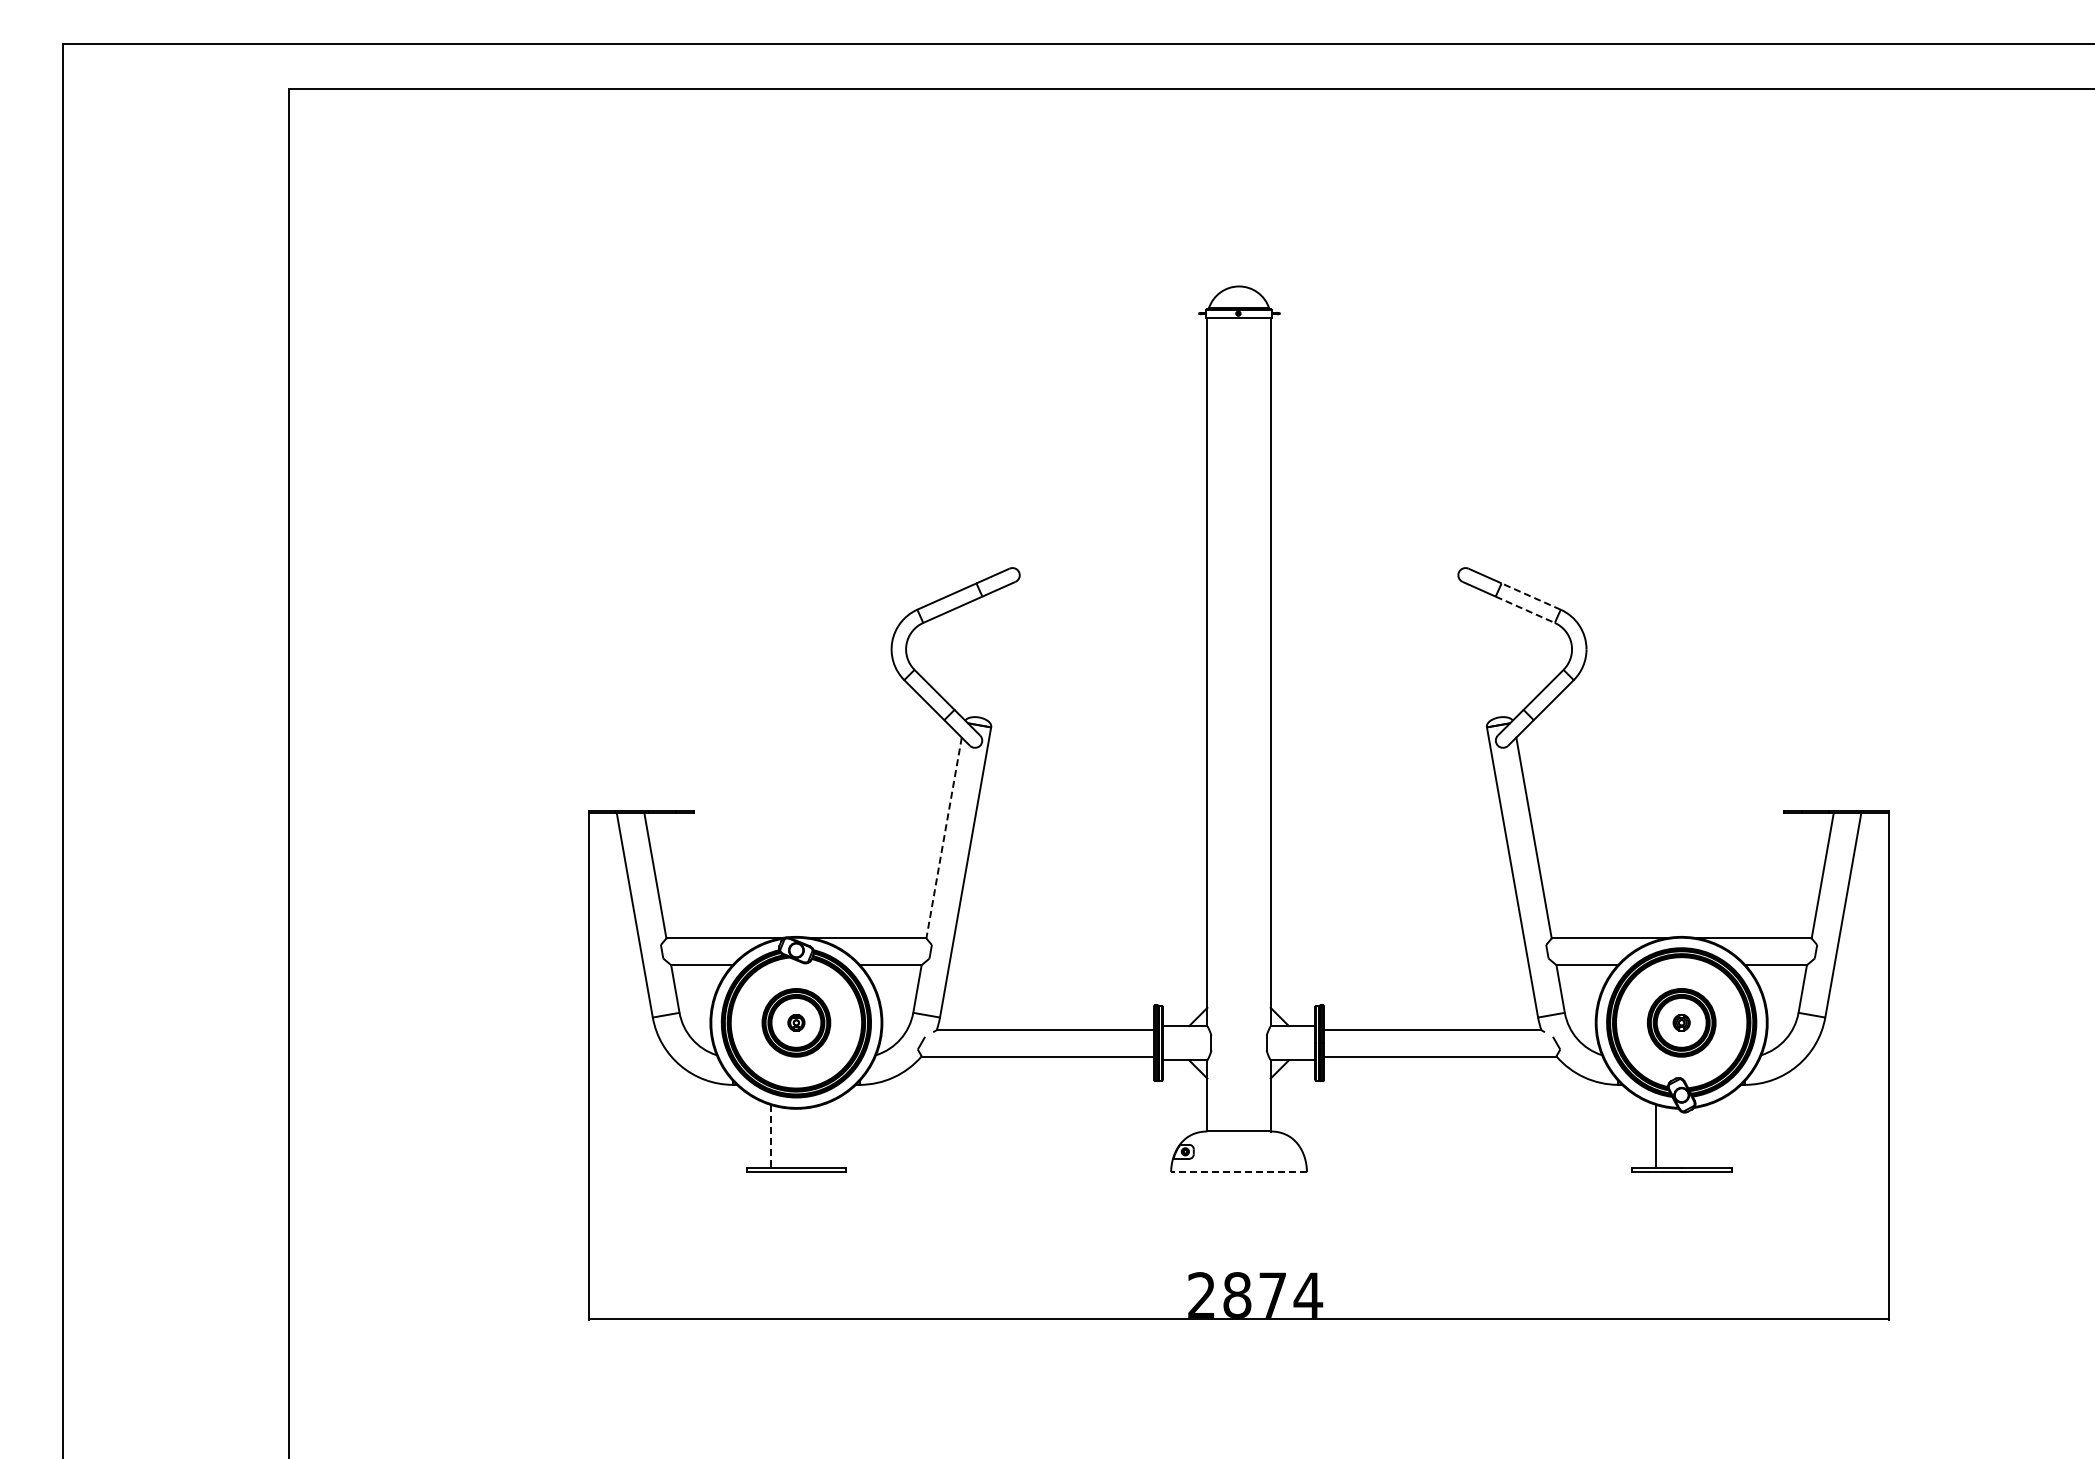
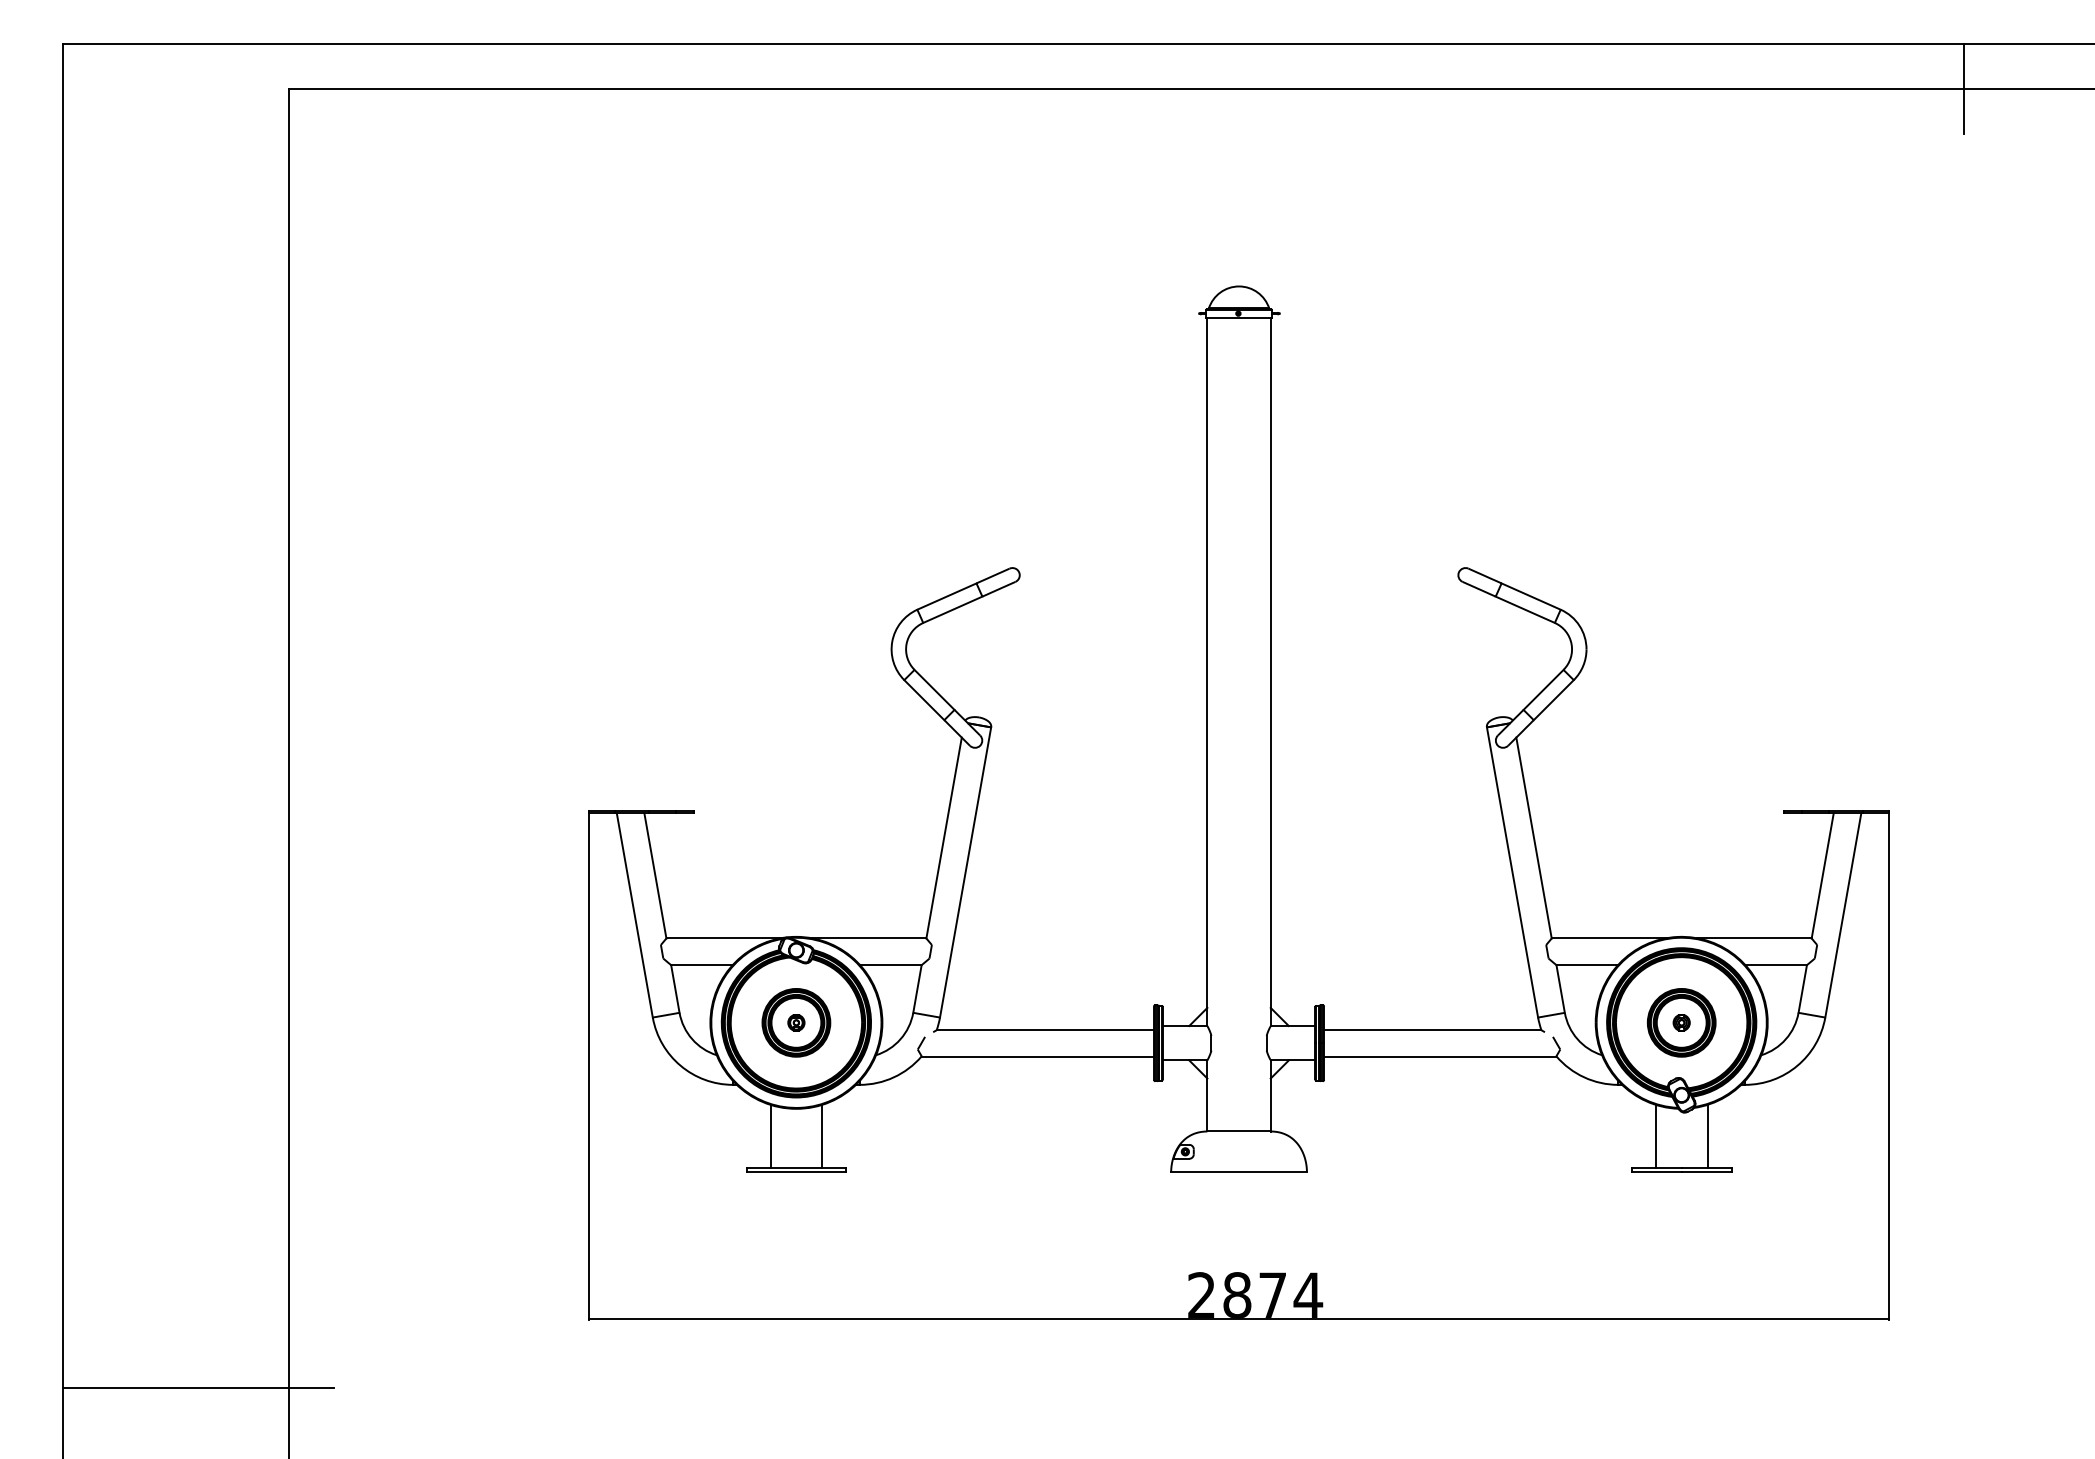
line at (1963, 88): none -> present
line at (1530, 596): dashed -> solid
line at (1525, 609): dashed -> solid
line at (944, 838): dashed -> solid
line at (822, 1135): none -> present
line at (1707, 1135): none -> present
line at (770, 1136): dashed -> solid
line at (1239, 1172): dashed -> solid
line at (198, 1388): none -> present
